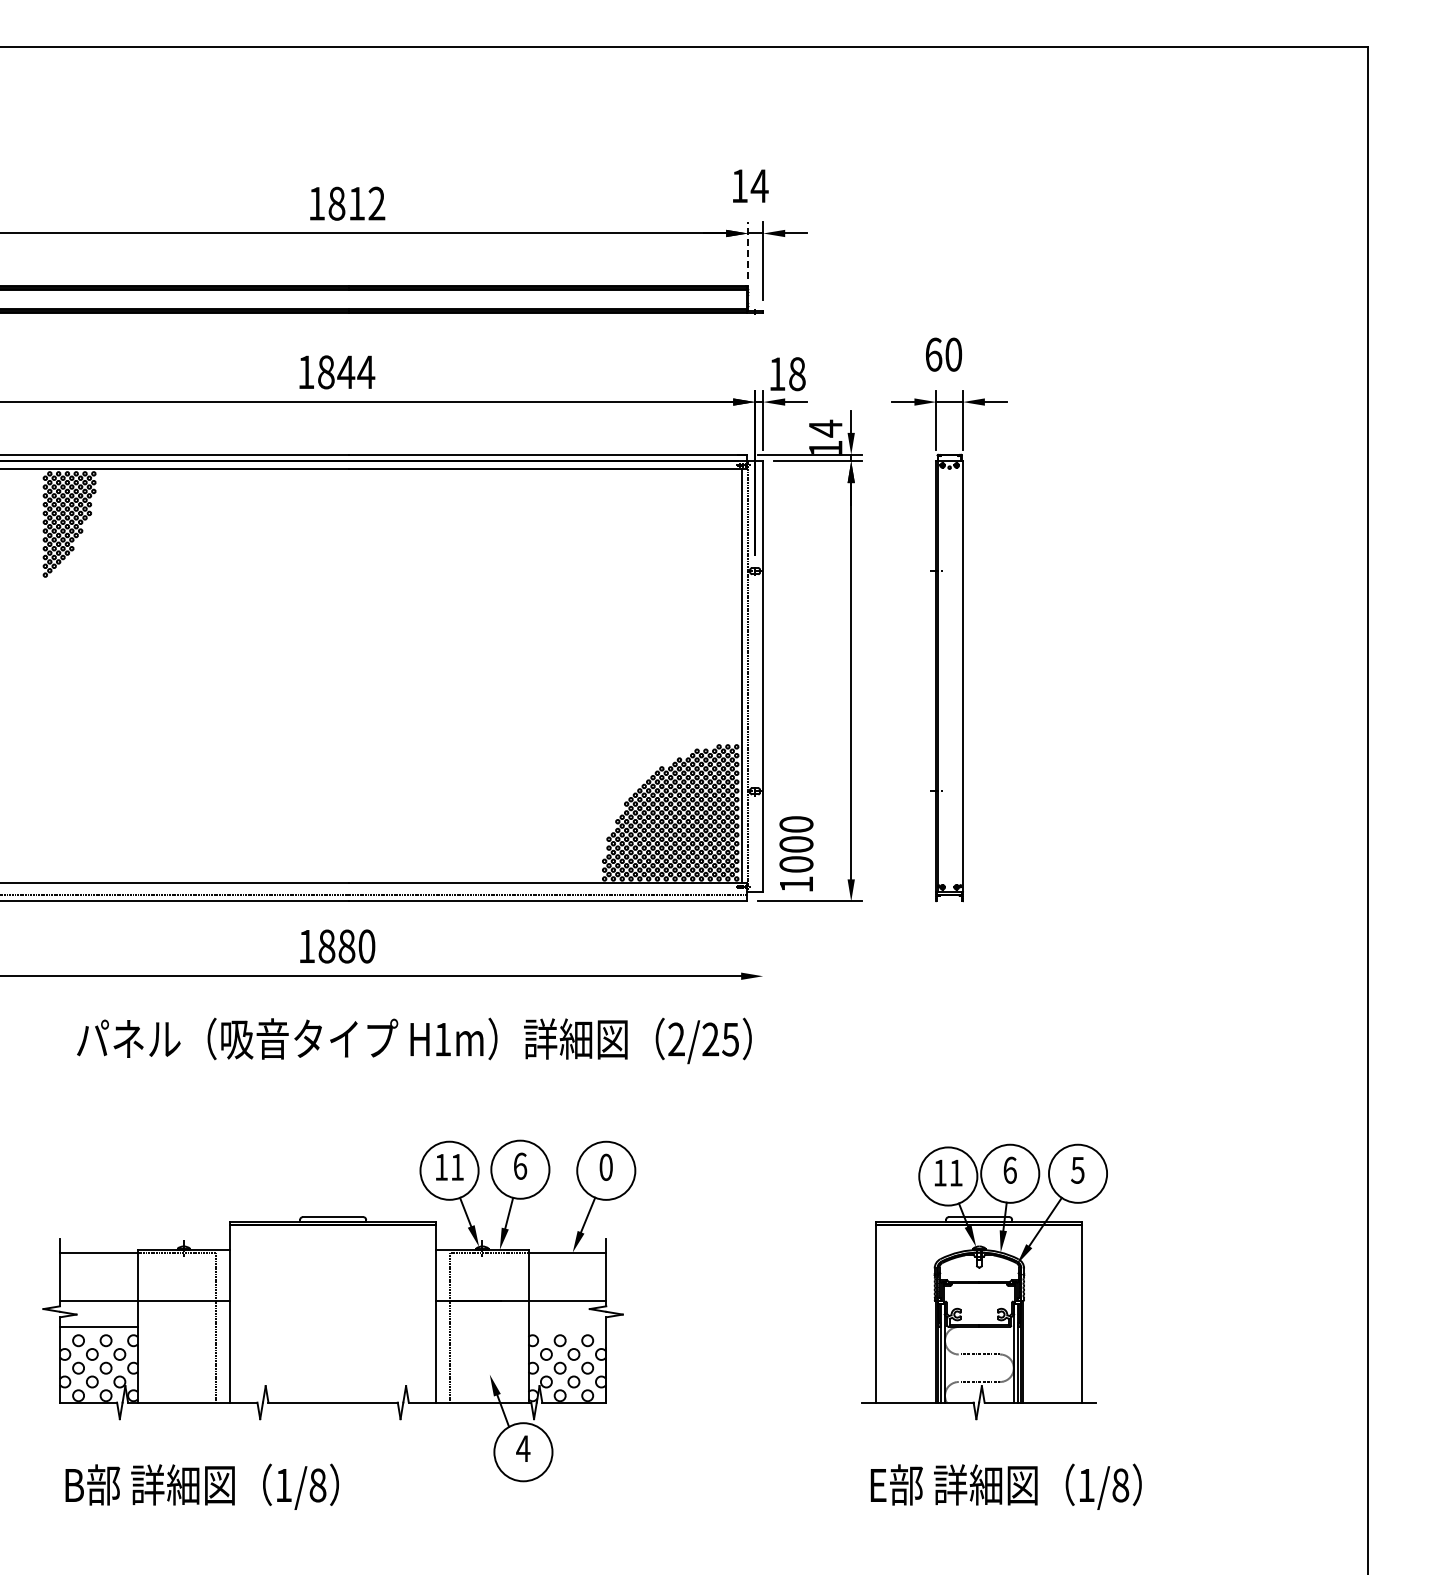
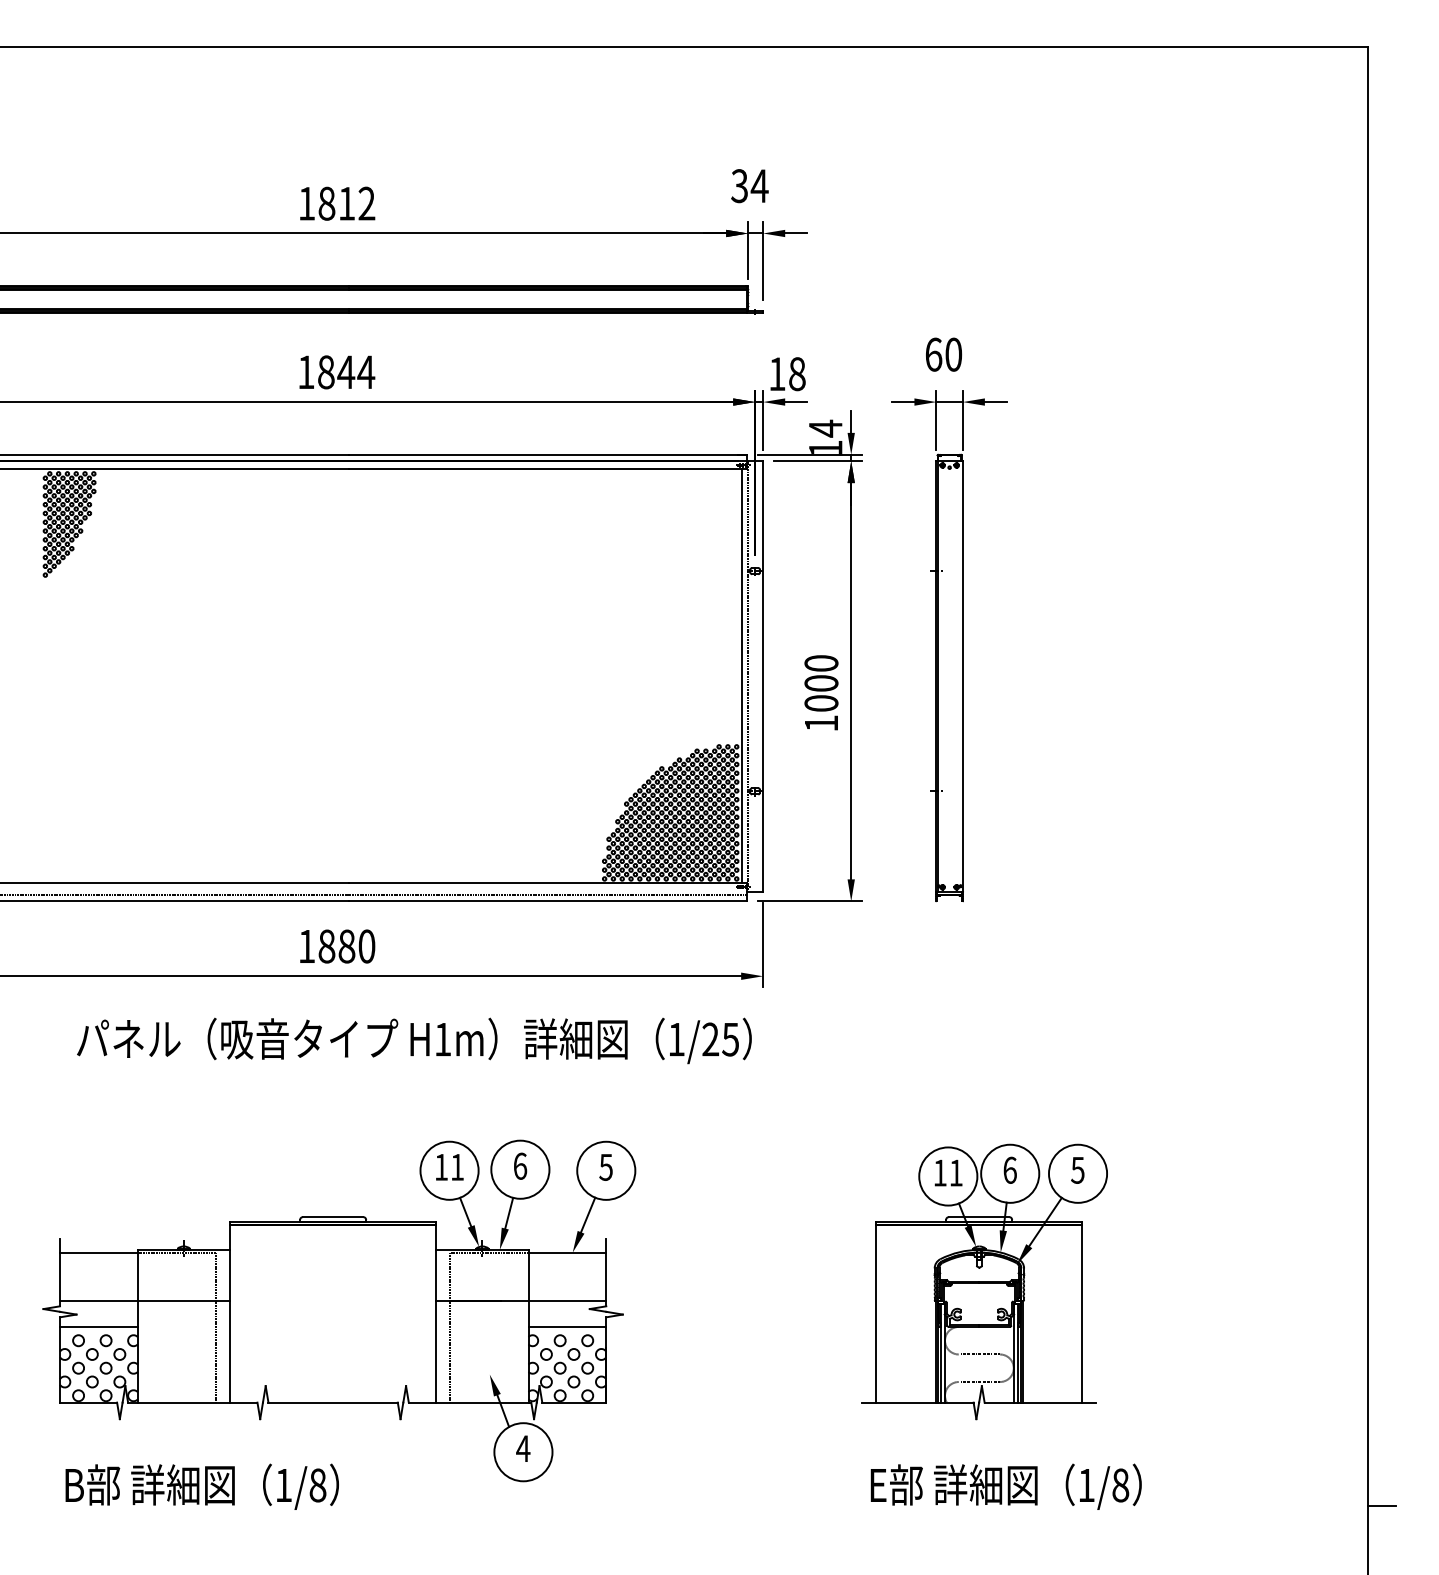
text at (739, 186): 14 -> 34
text at (347, 203) position: (347, 203) -> (337, 203)
line at (748, 250): dashed -> solid
text at (796, 853) position: (796, 853) -> (821, 692)
line at (763, 944): none -> present
text at (676, 1039): 2/25 -> 1/25
text at (605, 1166): 0 -> 5
line at (567, 1326): none -> present
line at (1381, 1505): none -> present
